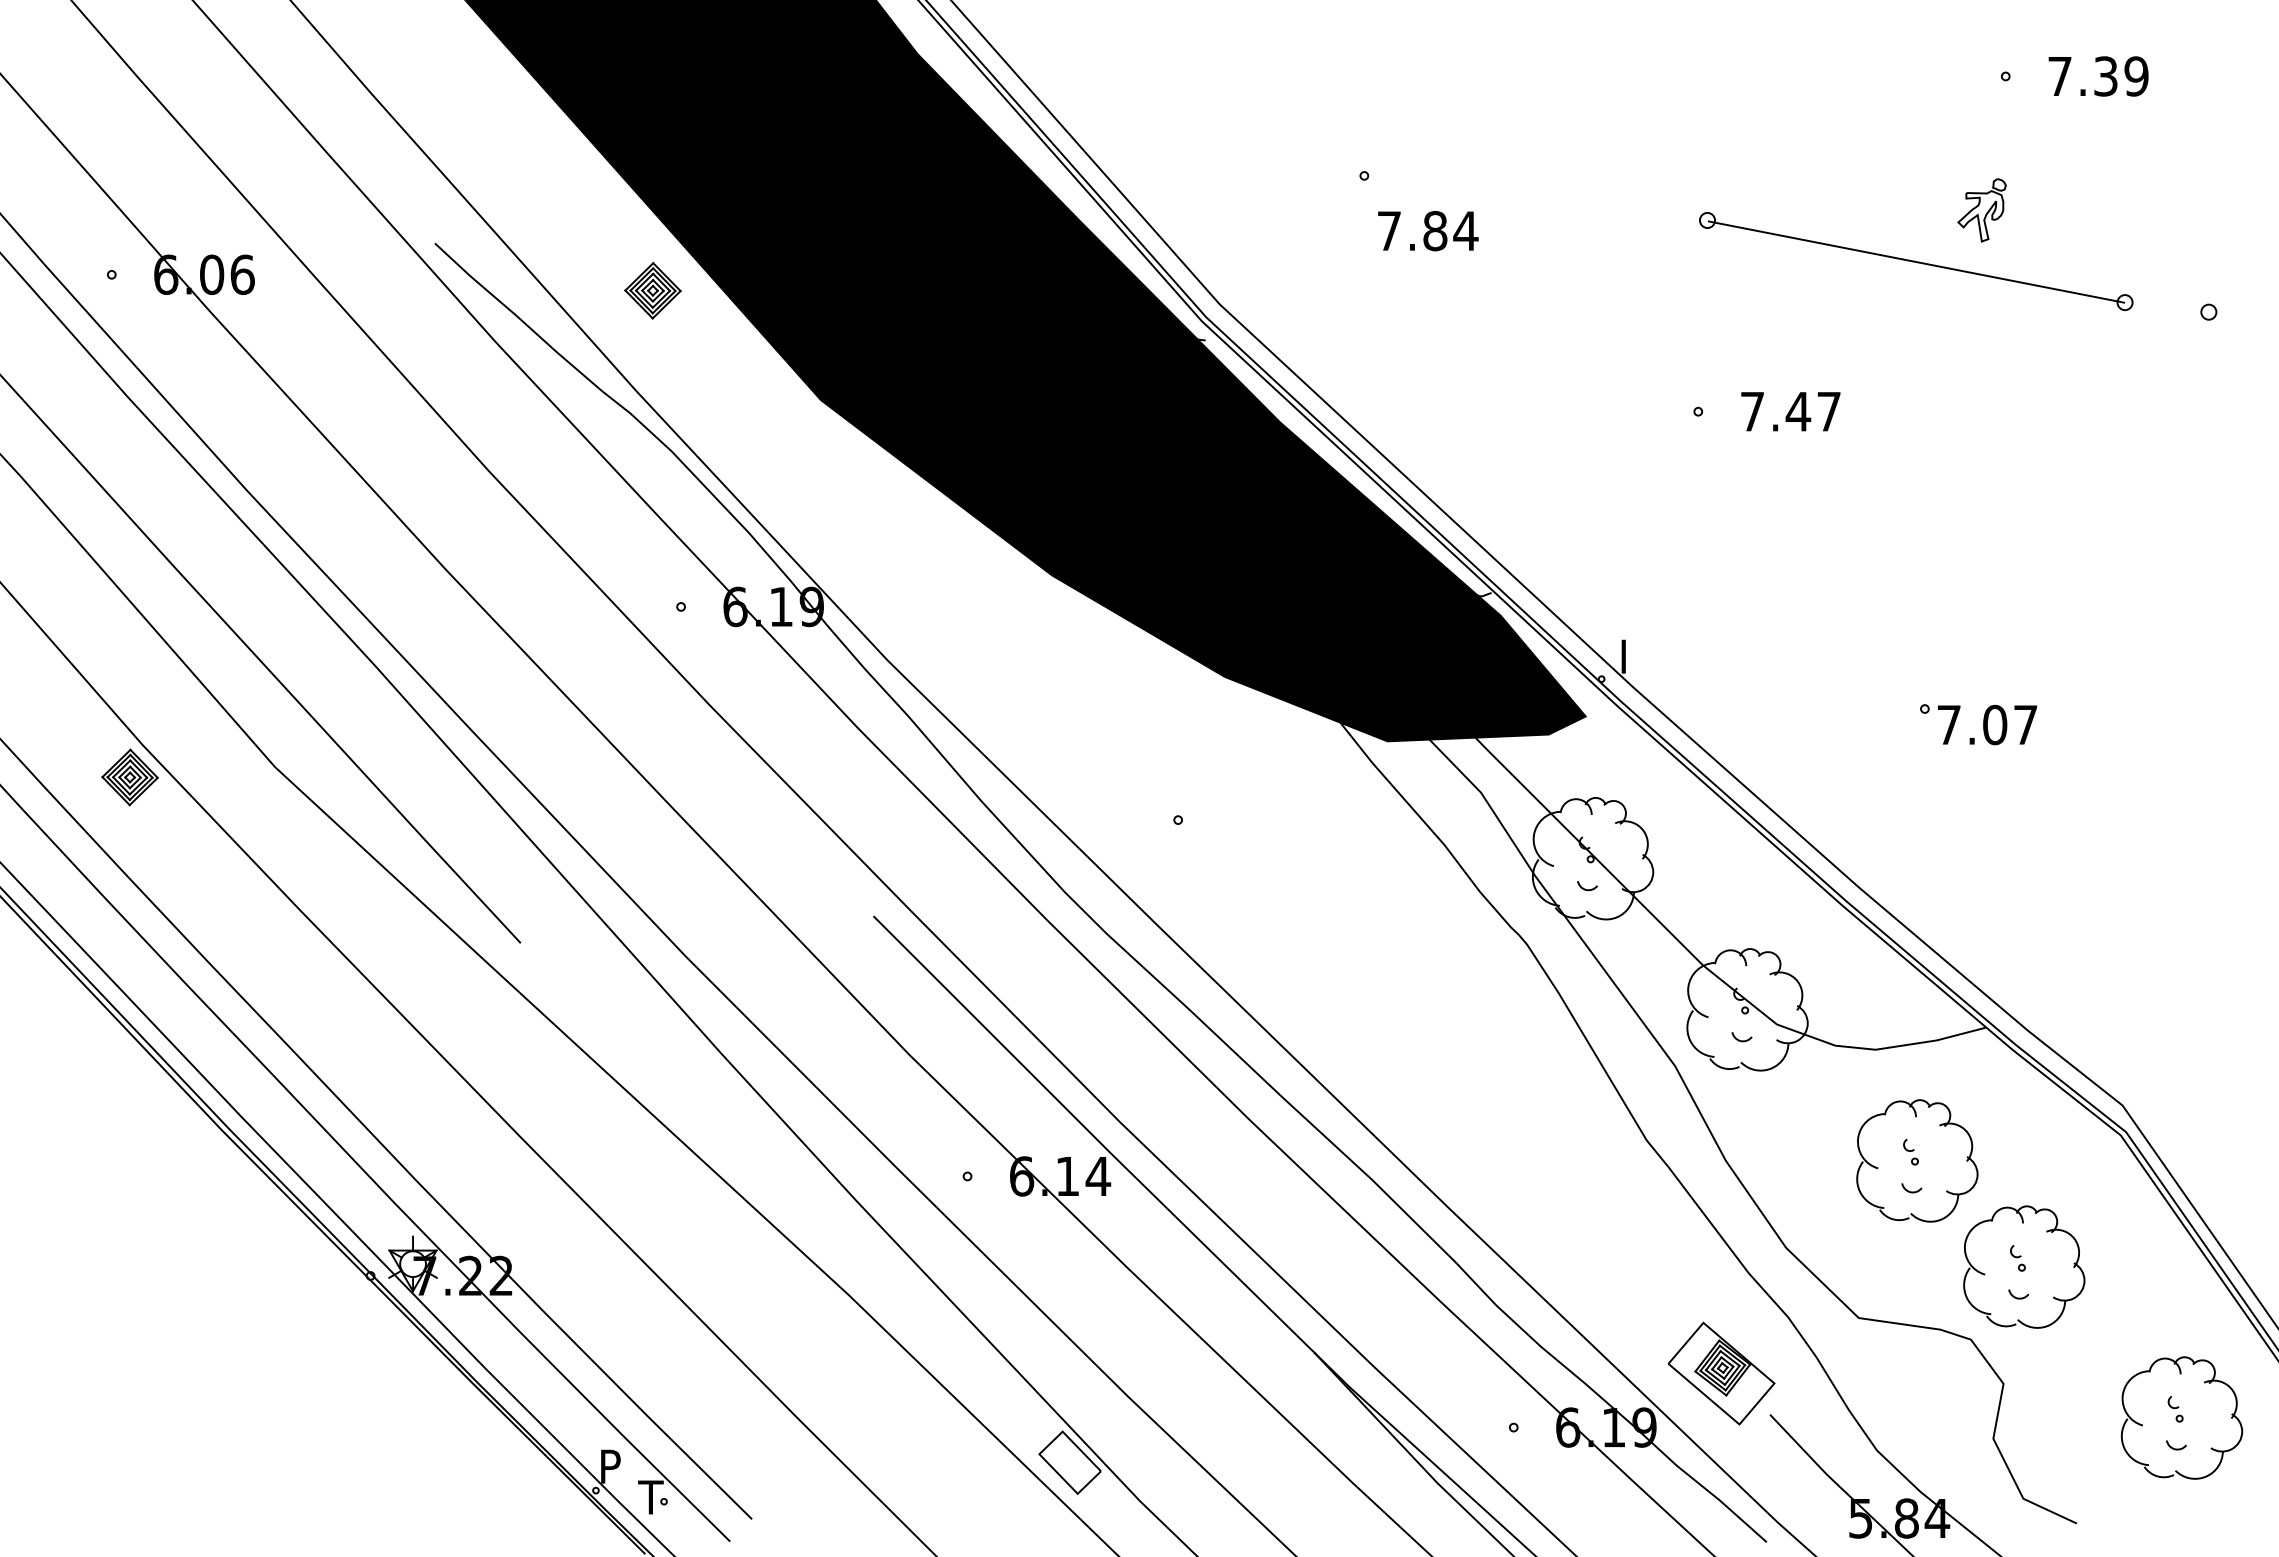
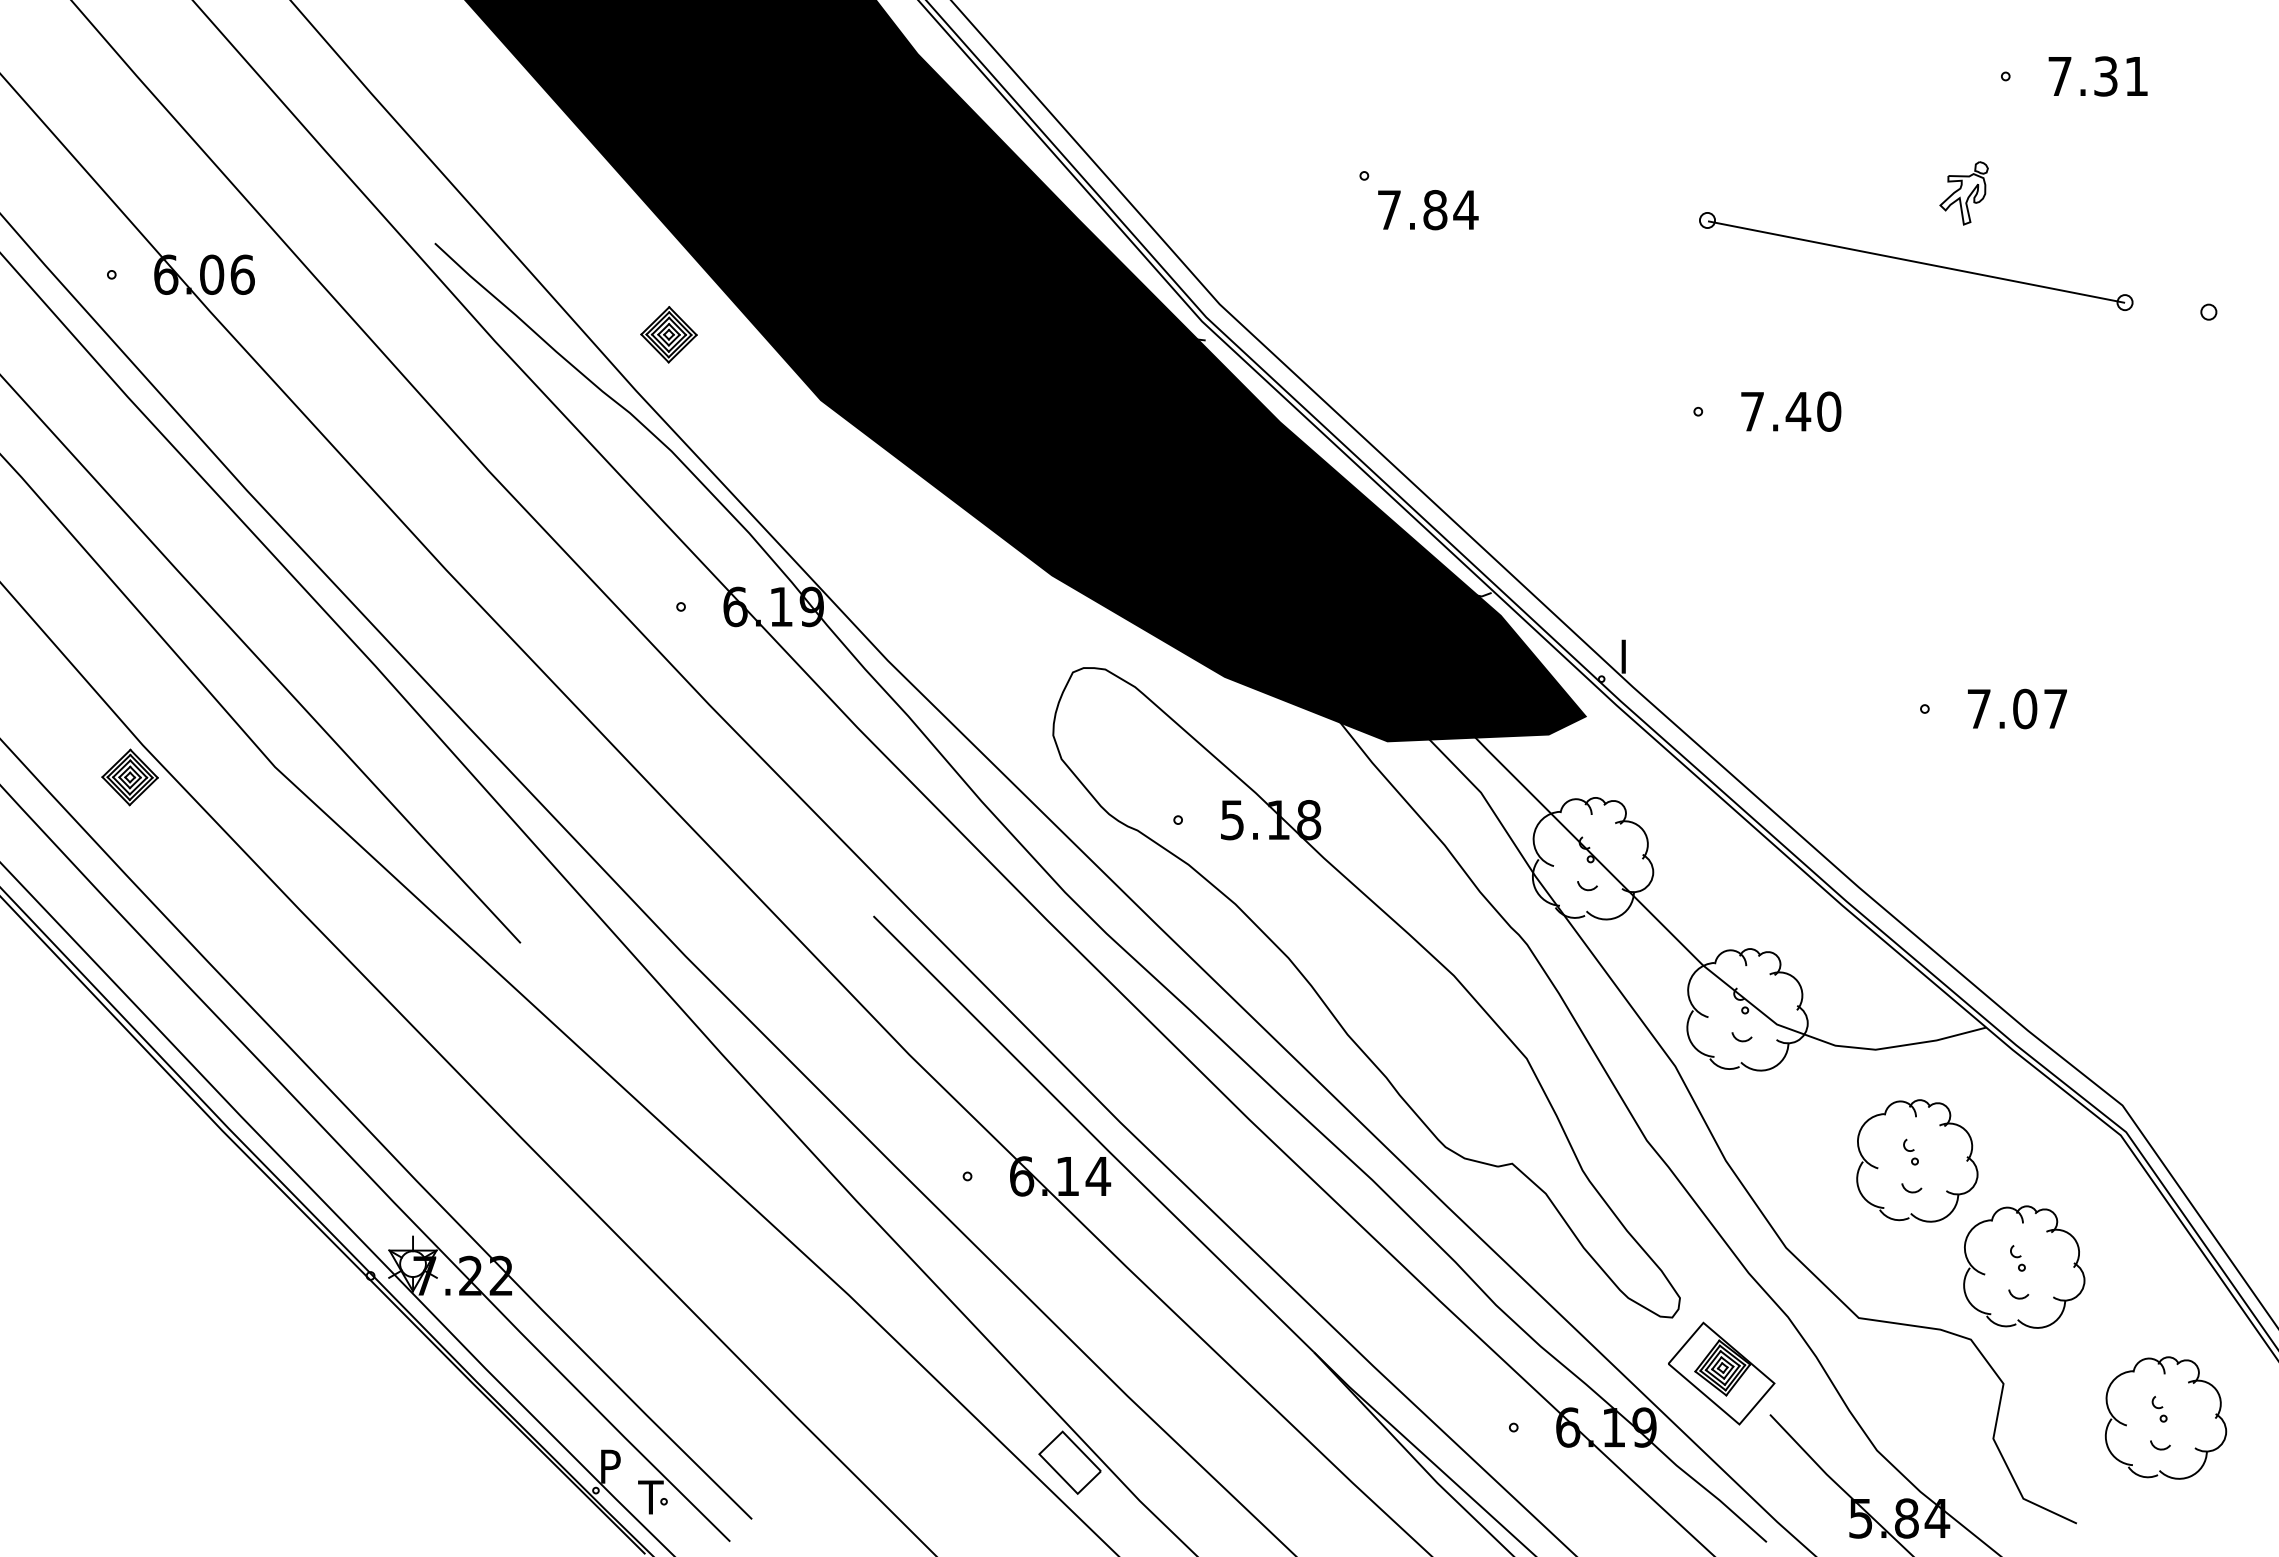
text at (2136, 76): 7.39 -> 7.31
part at (1981, 210) position: (1981, 210) -> (1963, 193)
text at (1428, 231) position: (1428, 231) -> (1428, 210)
part at (652, 290) position: (652, 290) -> (668, 334)
text at (1829, 411): 7.47 -> 7.40
text at (1987, 724) position: (1987, 724) -> (2017, 708)
part at (1366, 992): none -> present
part at (2181, 1417) position: (2181, 1417) -> (2165, 1417)
